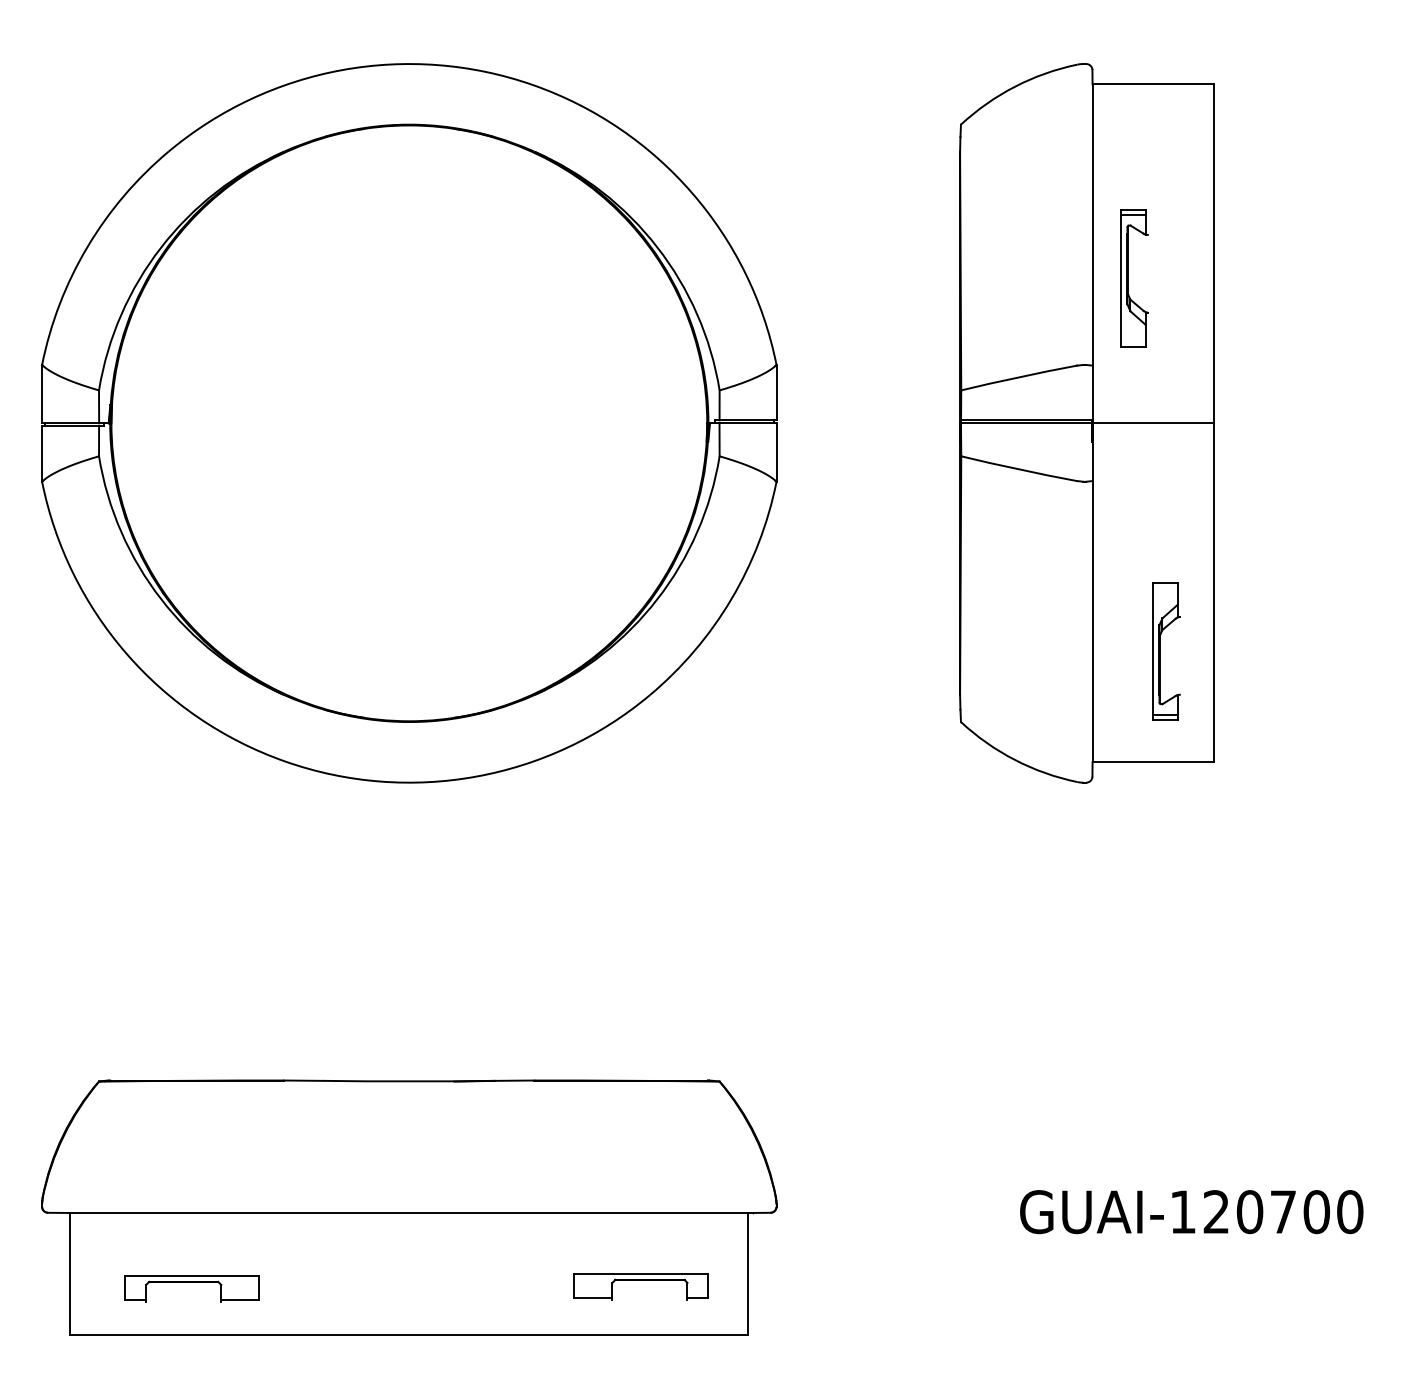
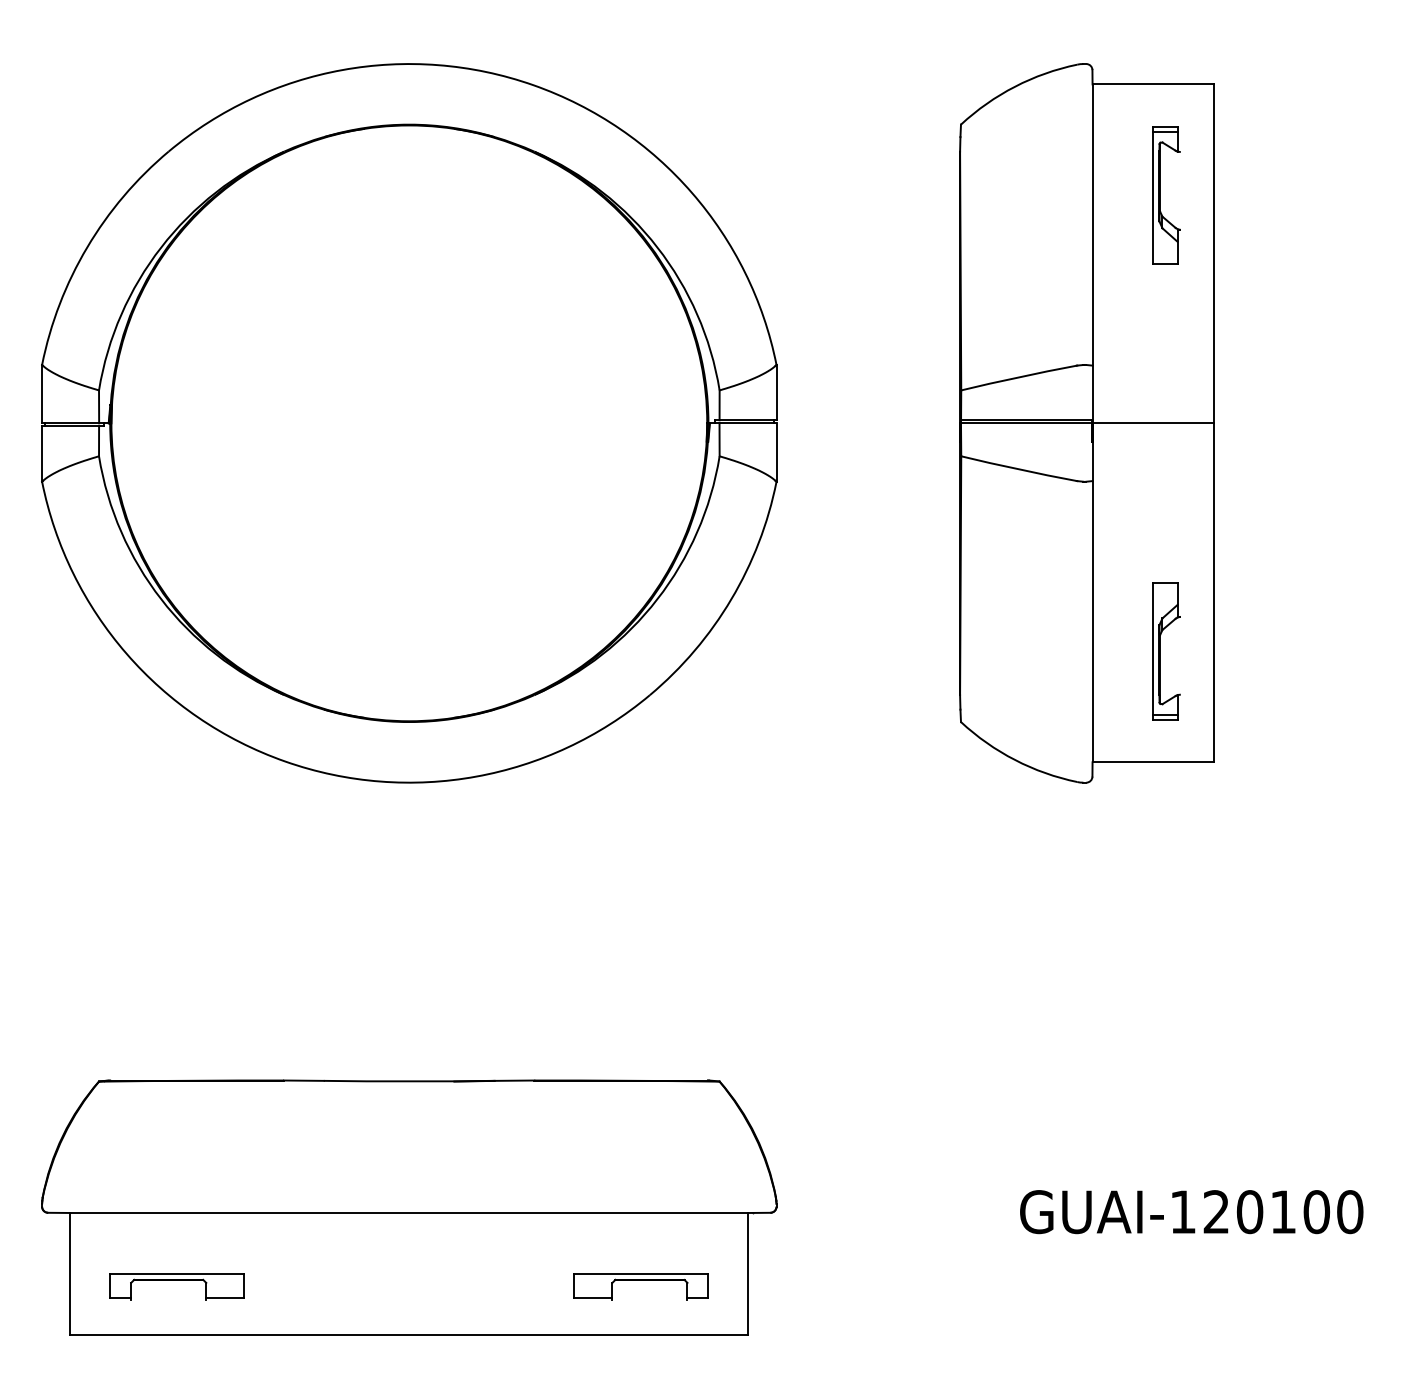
part at (1134, 278) position: (1134, 278) -> (1166, 195)
text at (1283, 1211): GUAI-120700 -> GUAI-120100
part at (191, 1288) position: (191, 1288) -> (176, 1286)
